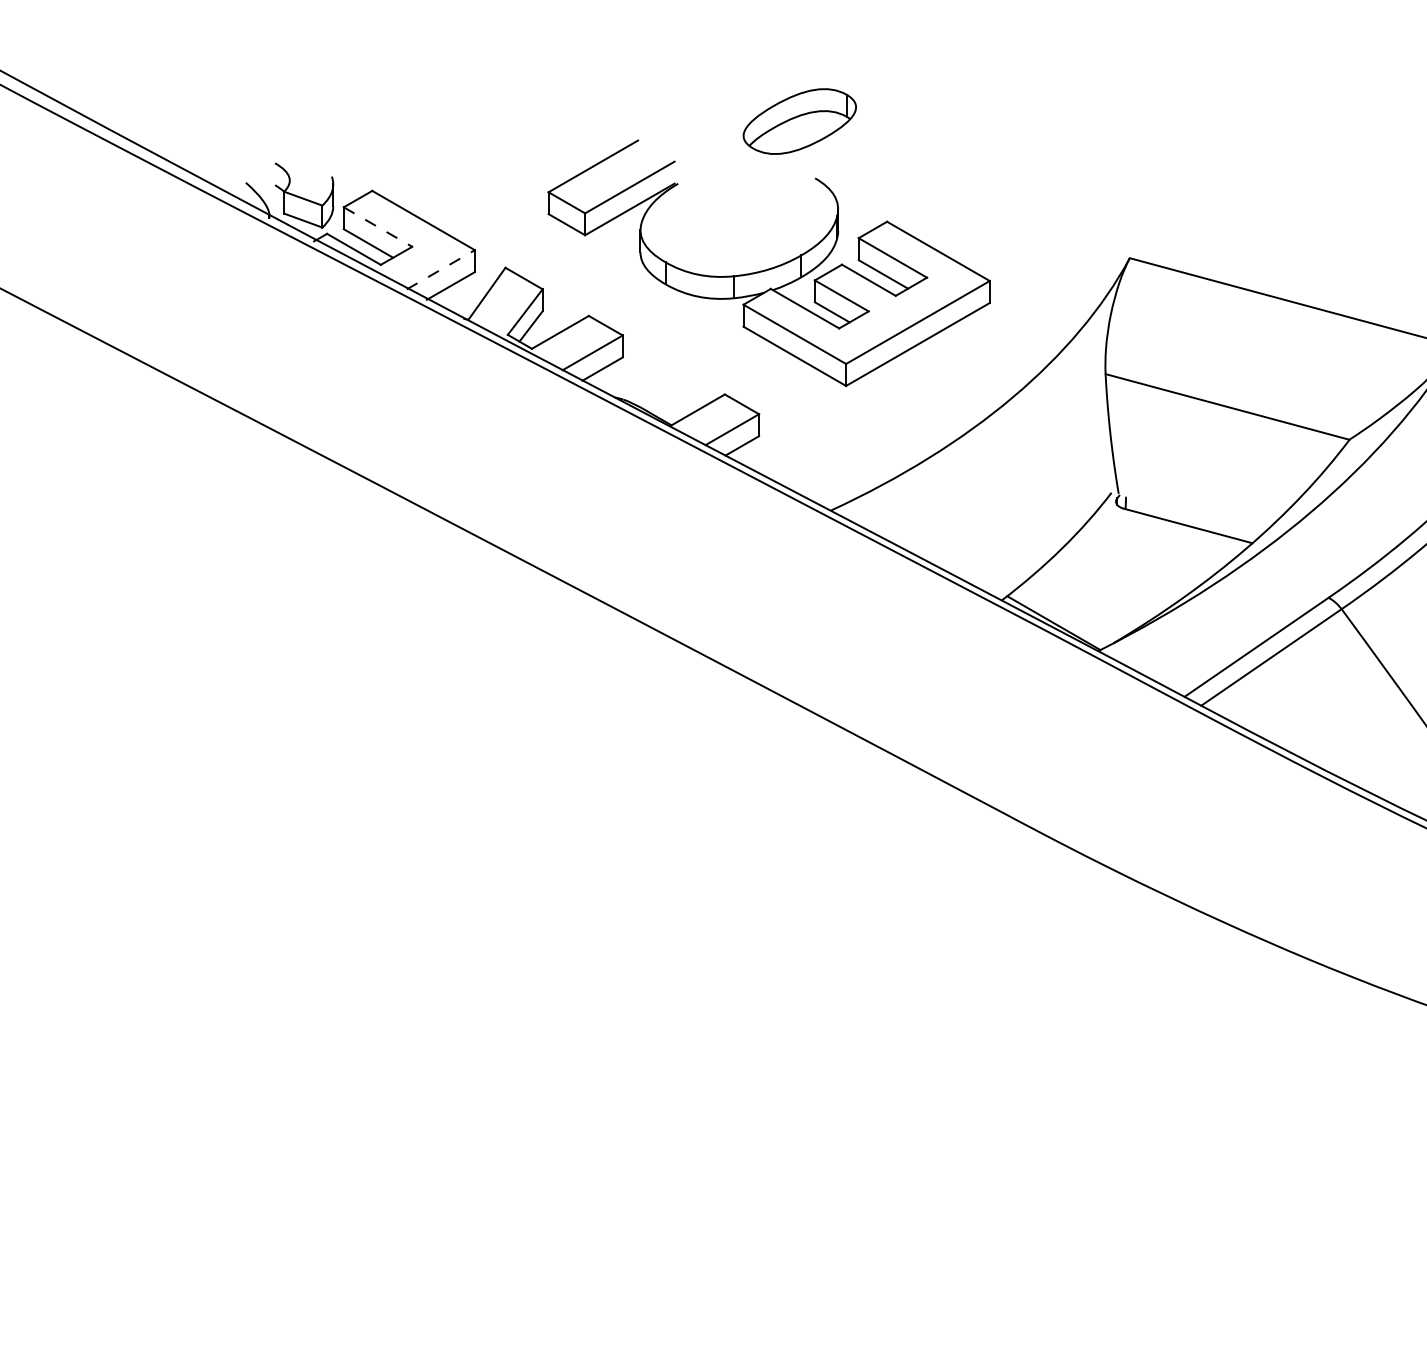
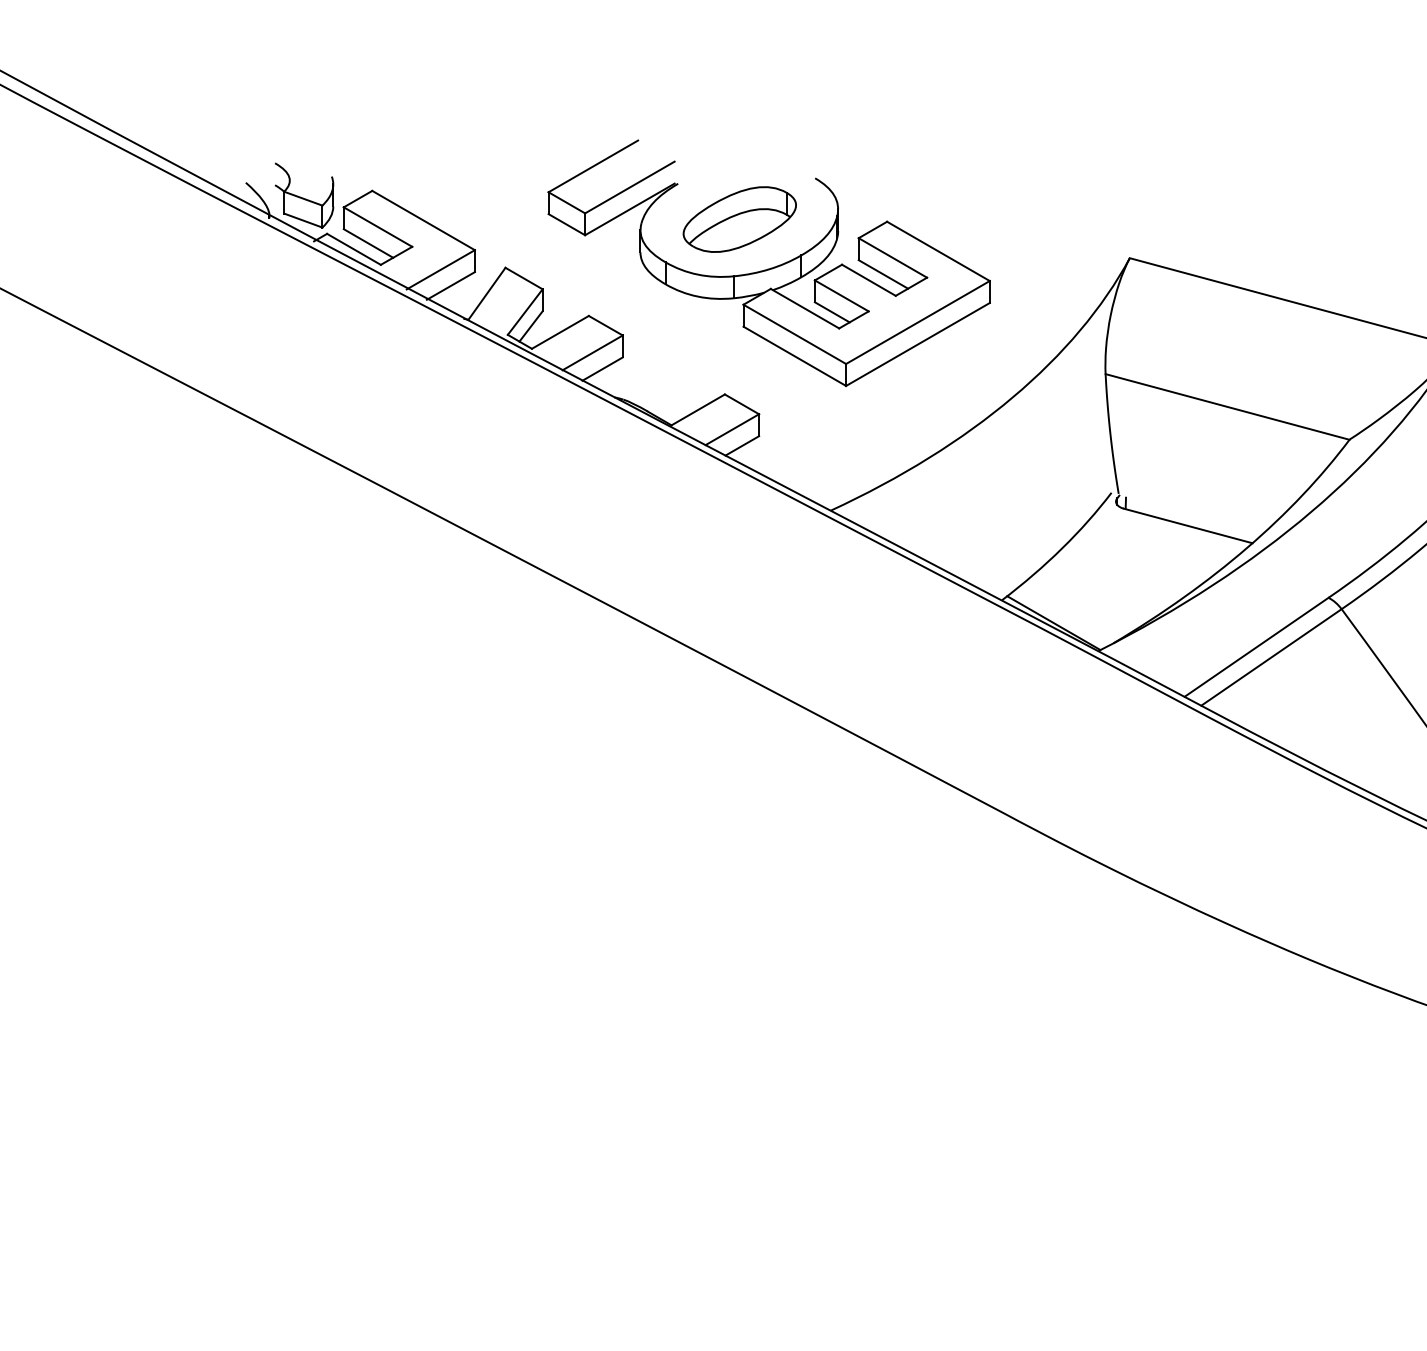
part at (799, 121) position: (799, 121) -> (739, 219)
line at (378, 227): dashed -> solid
line at (441, 269): dashed -> solid
